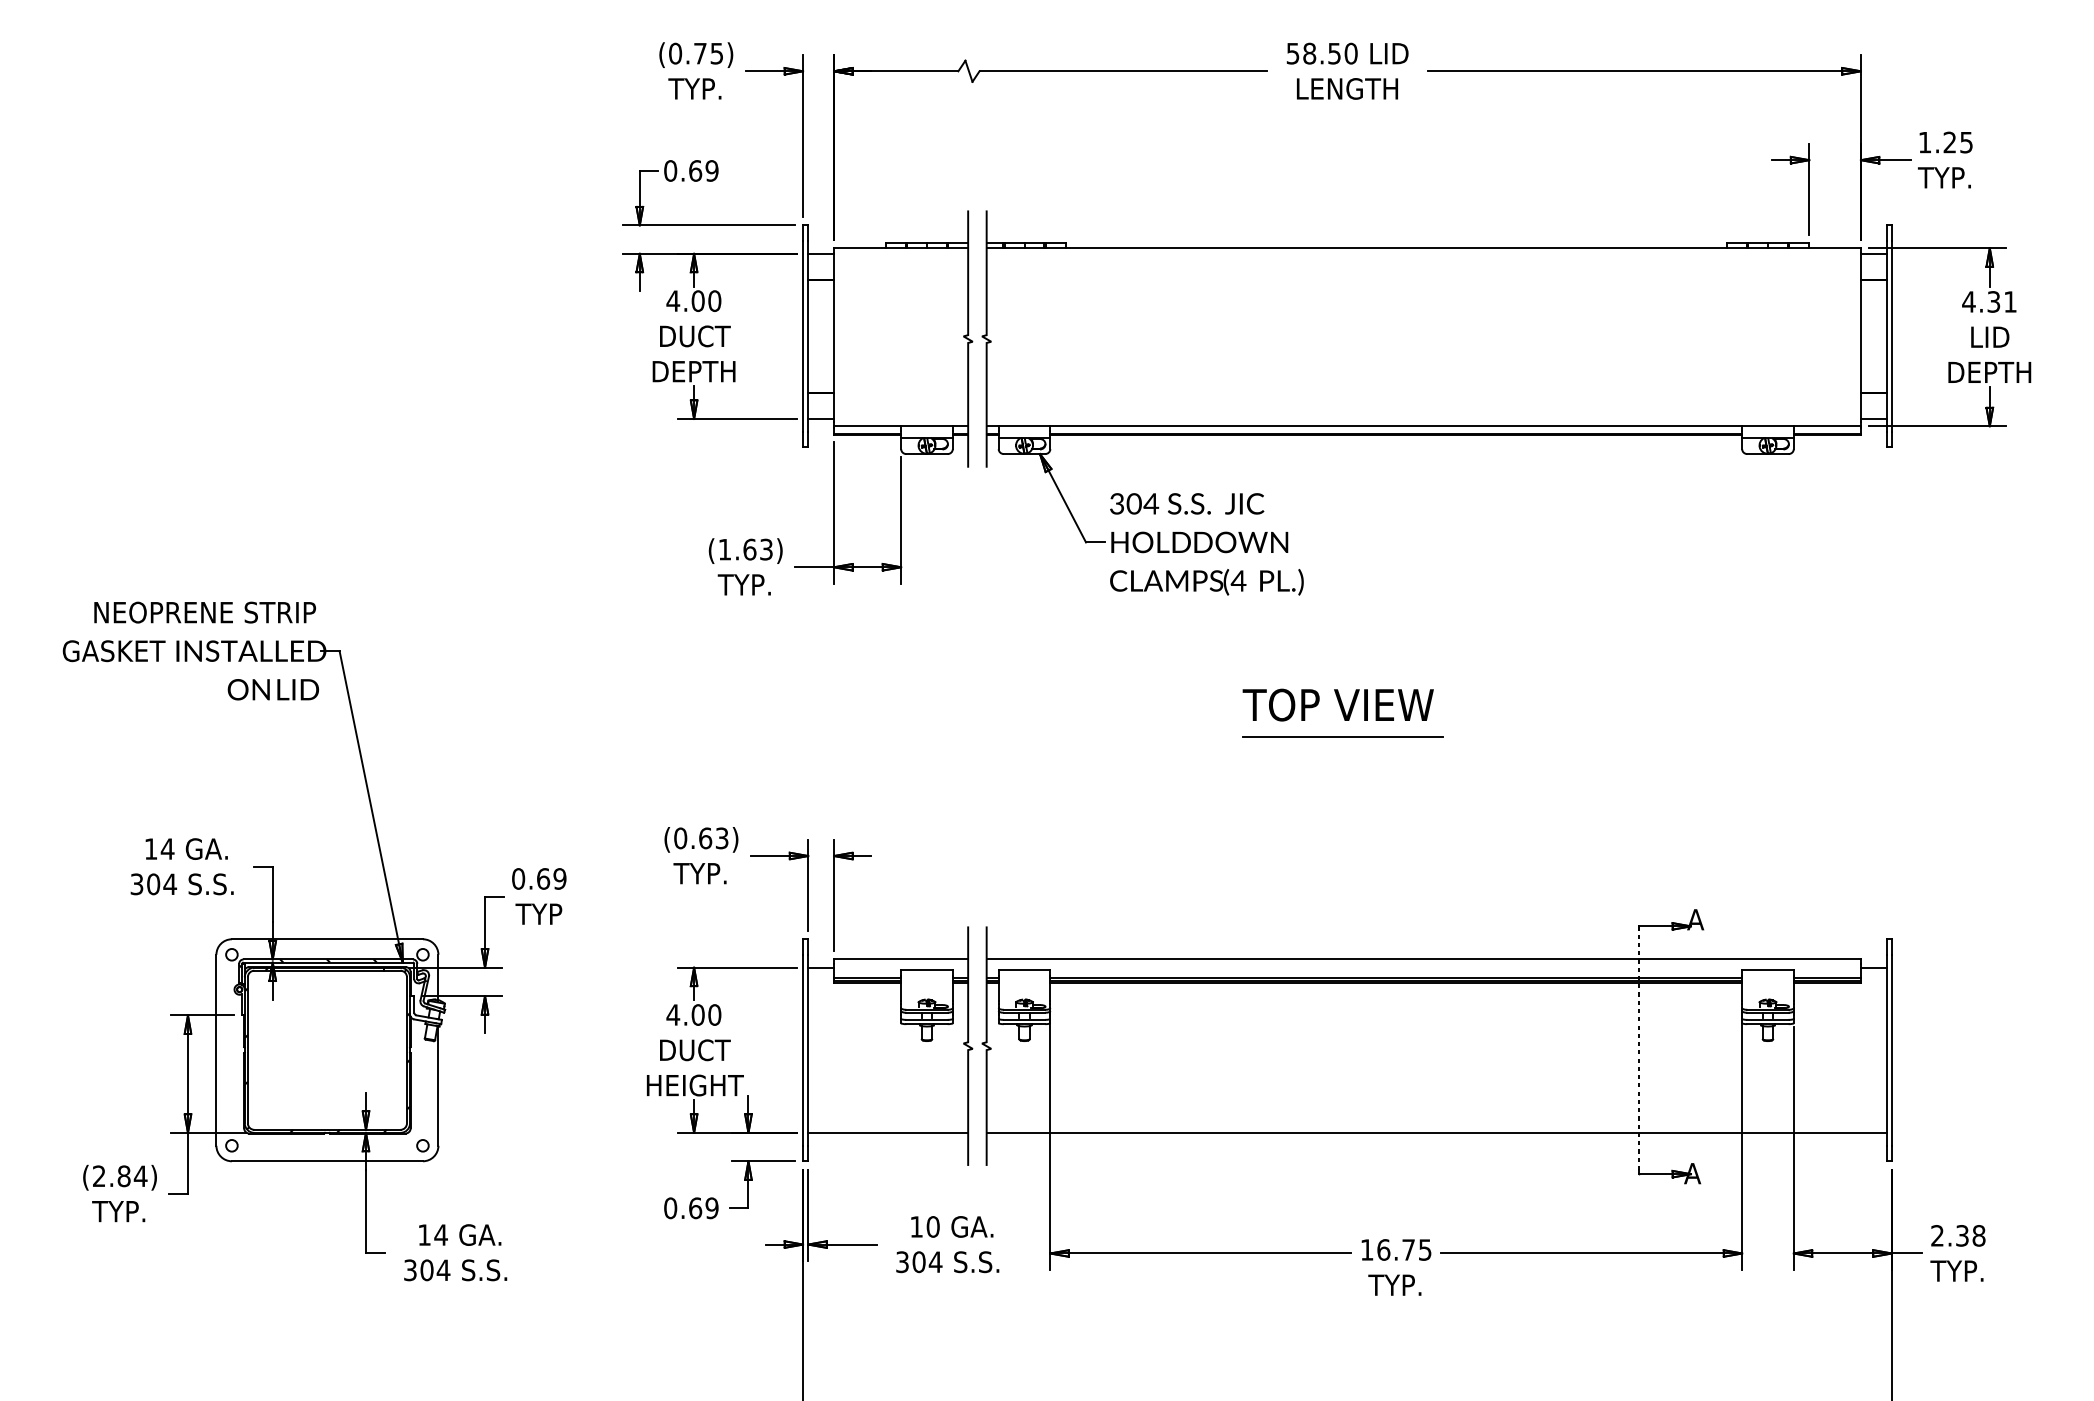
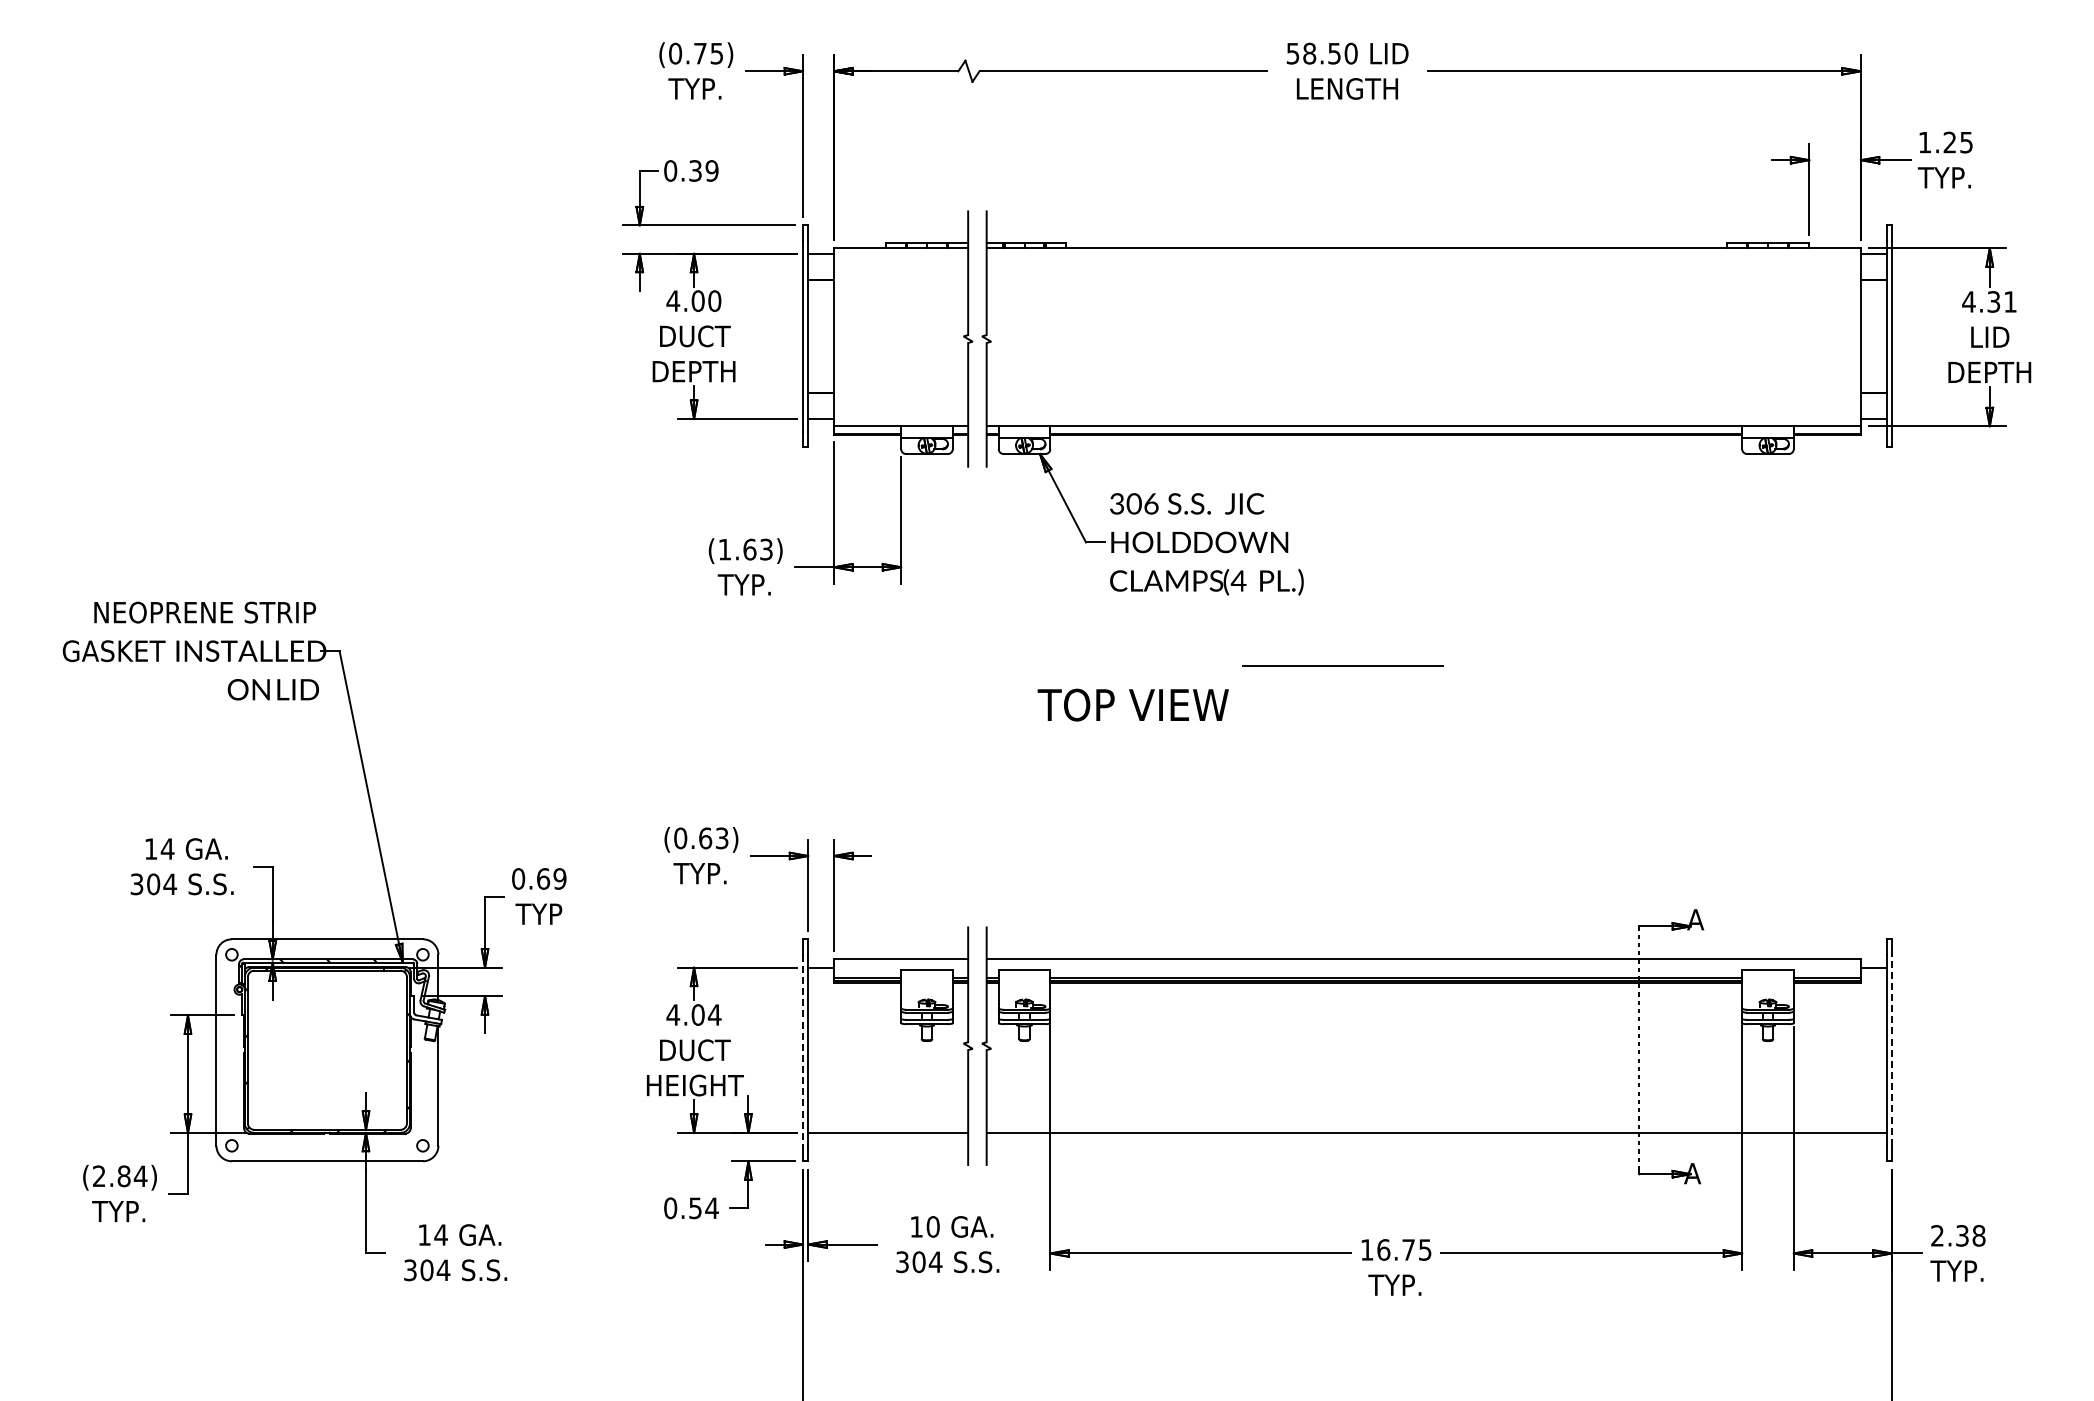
text at (695, 170): 0.69 -> 0.39
text at (1151, 503): 304 -> 306
text at (1337, 704) position: (1337, 704) -> (1132, 704)
line at (1342, 736) position: (1342, 736) -> (1342, 665)
text at (714, 1014): 4.00 -> 4.04
line at (803, 1050): solid -> dashed
line at (1891, 1050): solid -> dashed
text at (703, 1208): 0.69 -> 0.54
